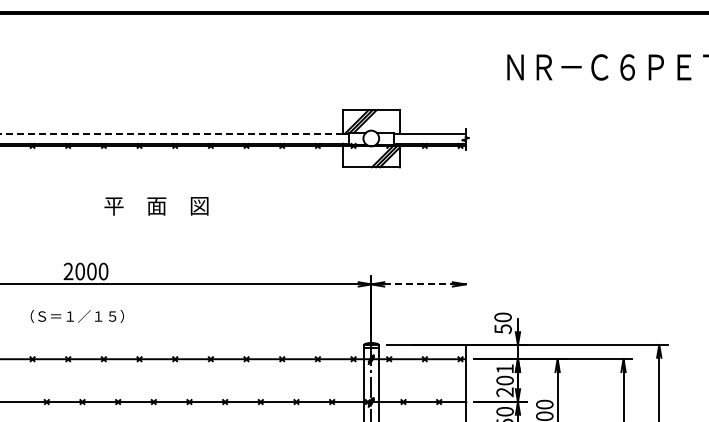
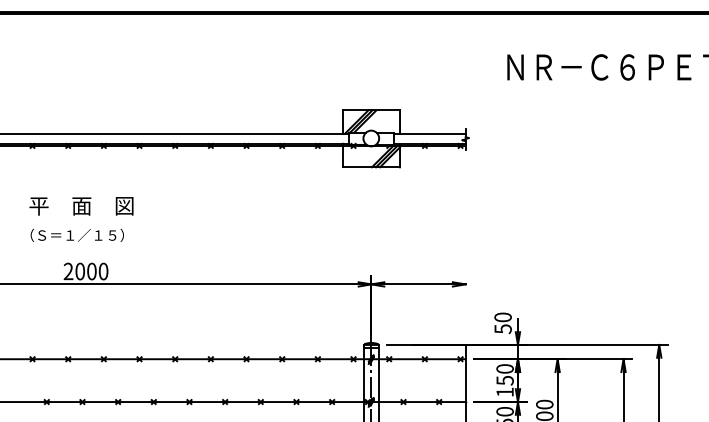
line at (171, 133): dashed -> solid
text at (156, 206) position: (156, 206) -> (81, 206)
line at (419, 284): dashed -> solid
text at (76, 315) position: (76, 315) -> (76, 234)
text at (504, 380): 201 -> 150
